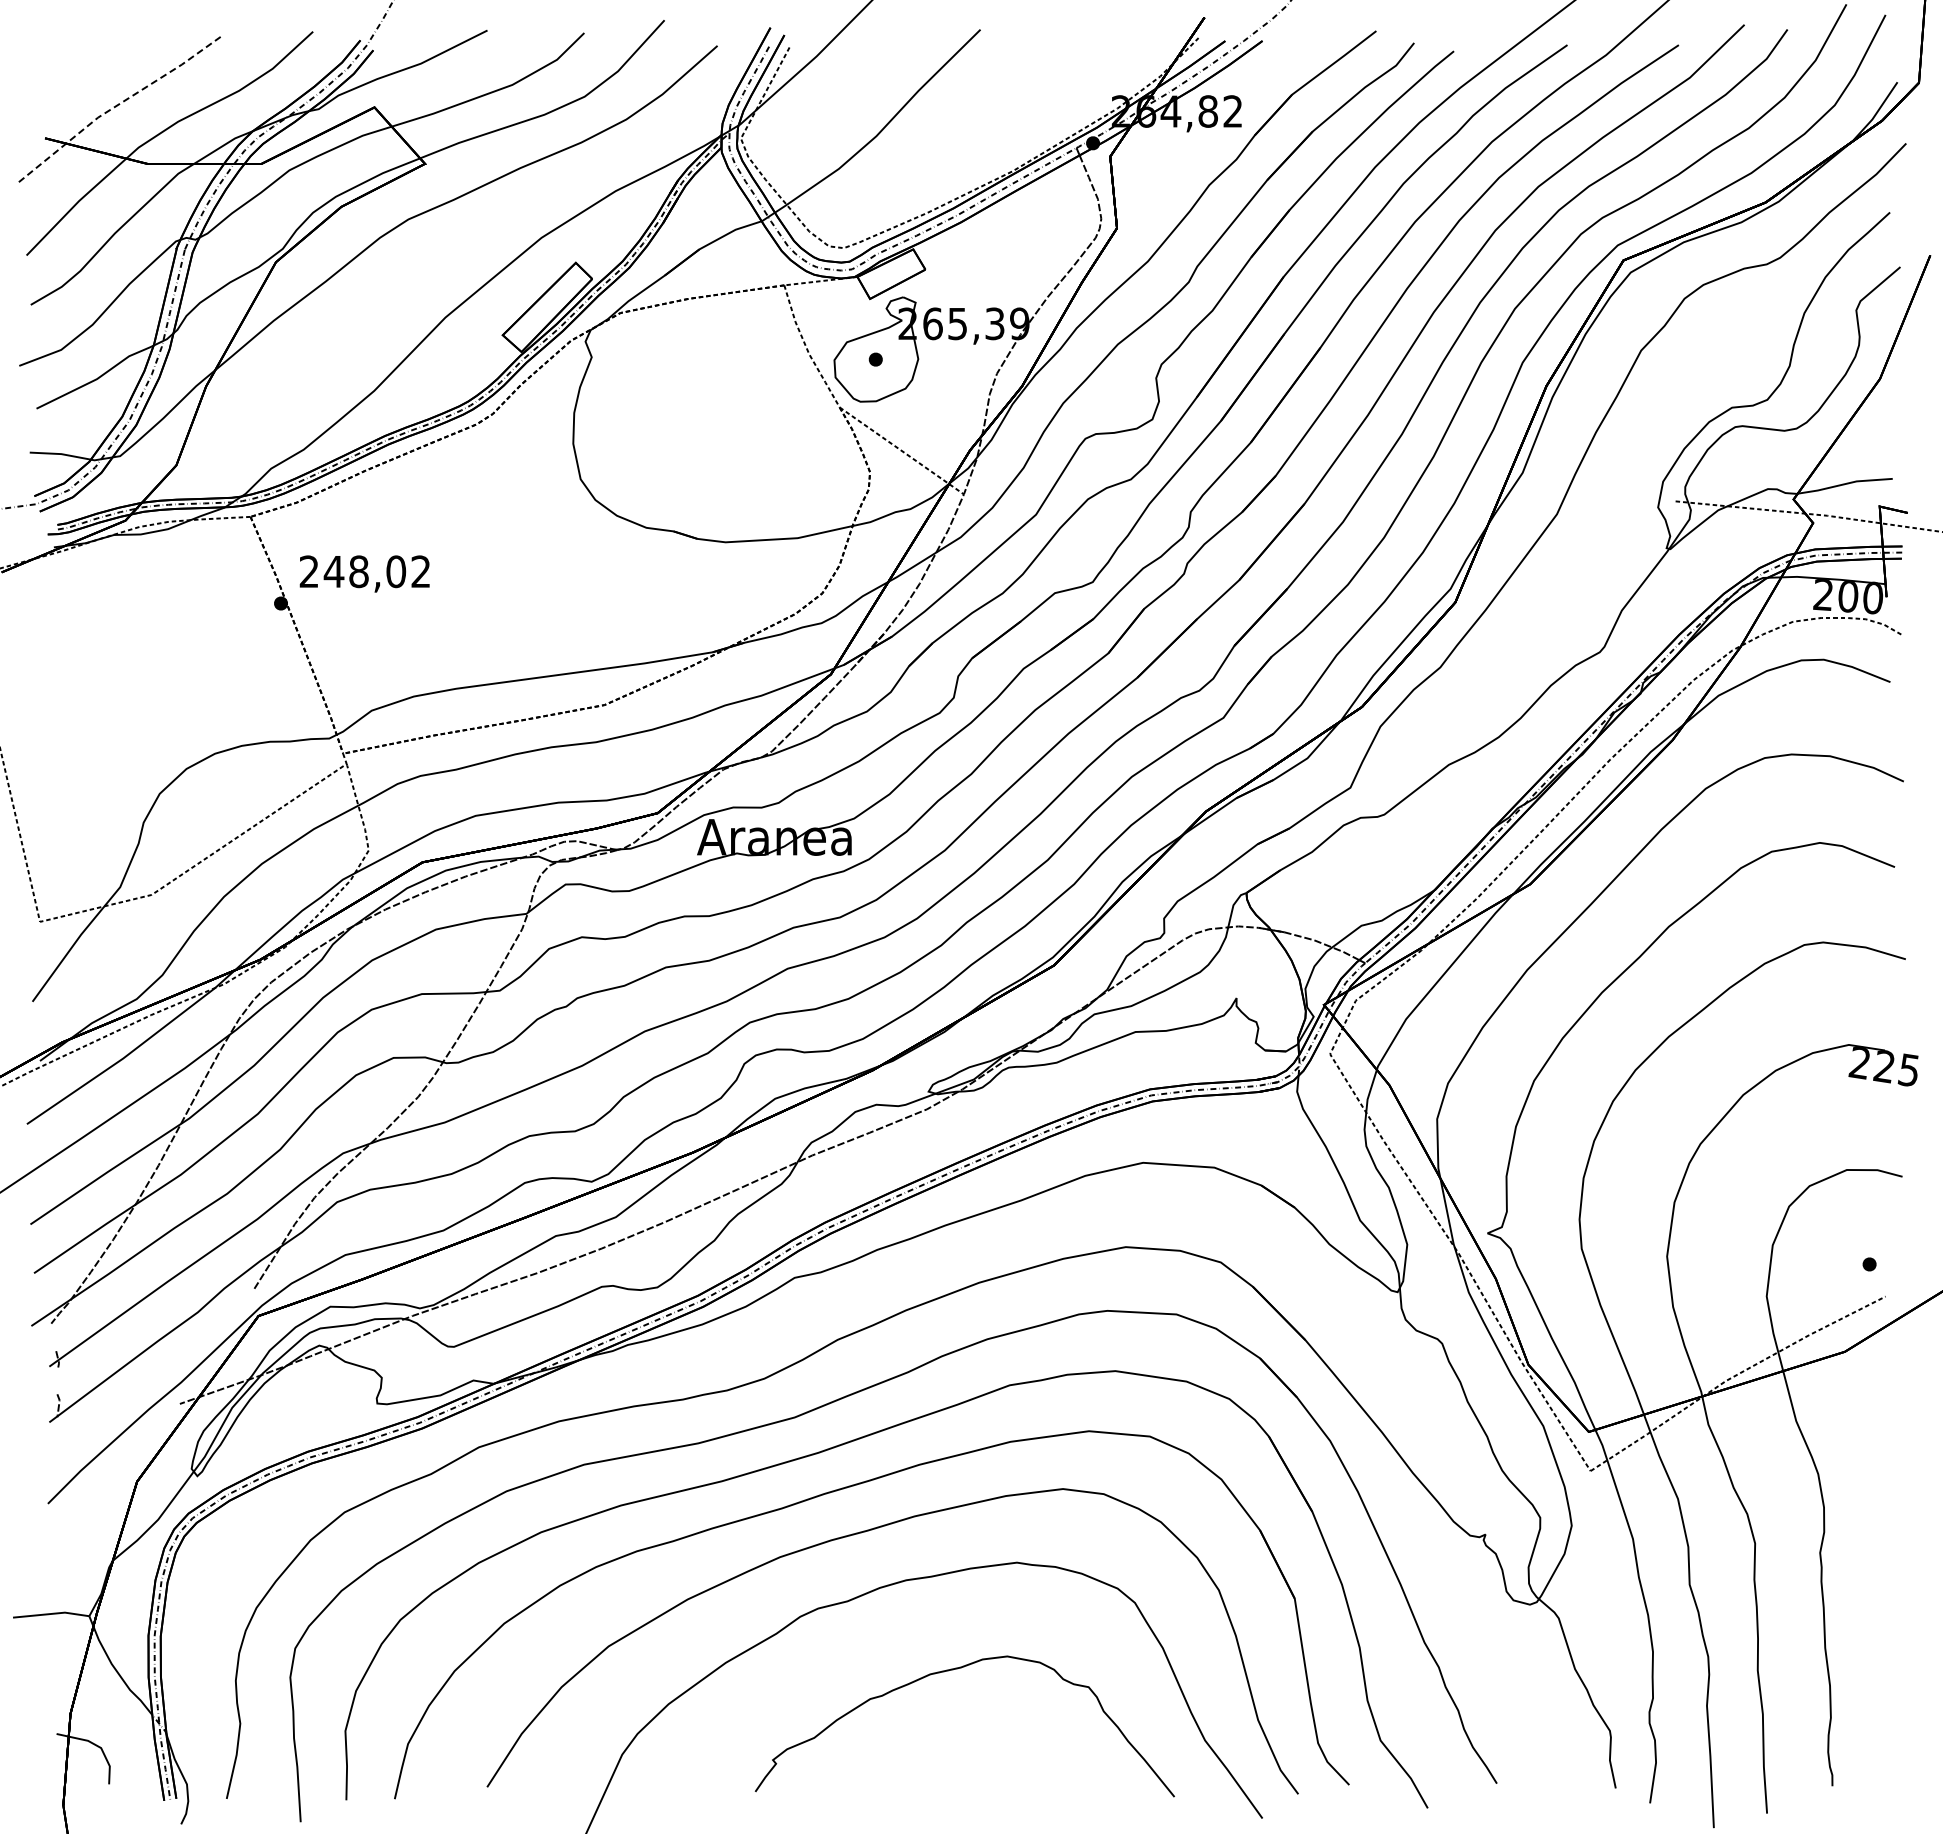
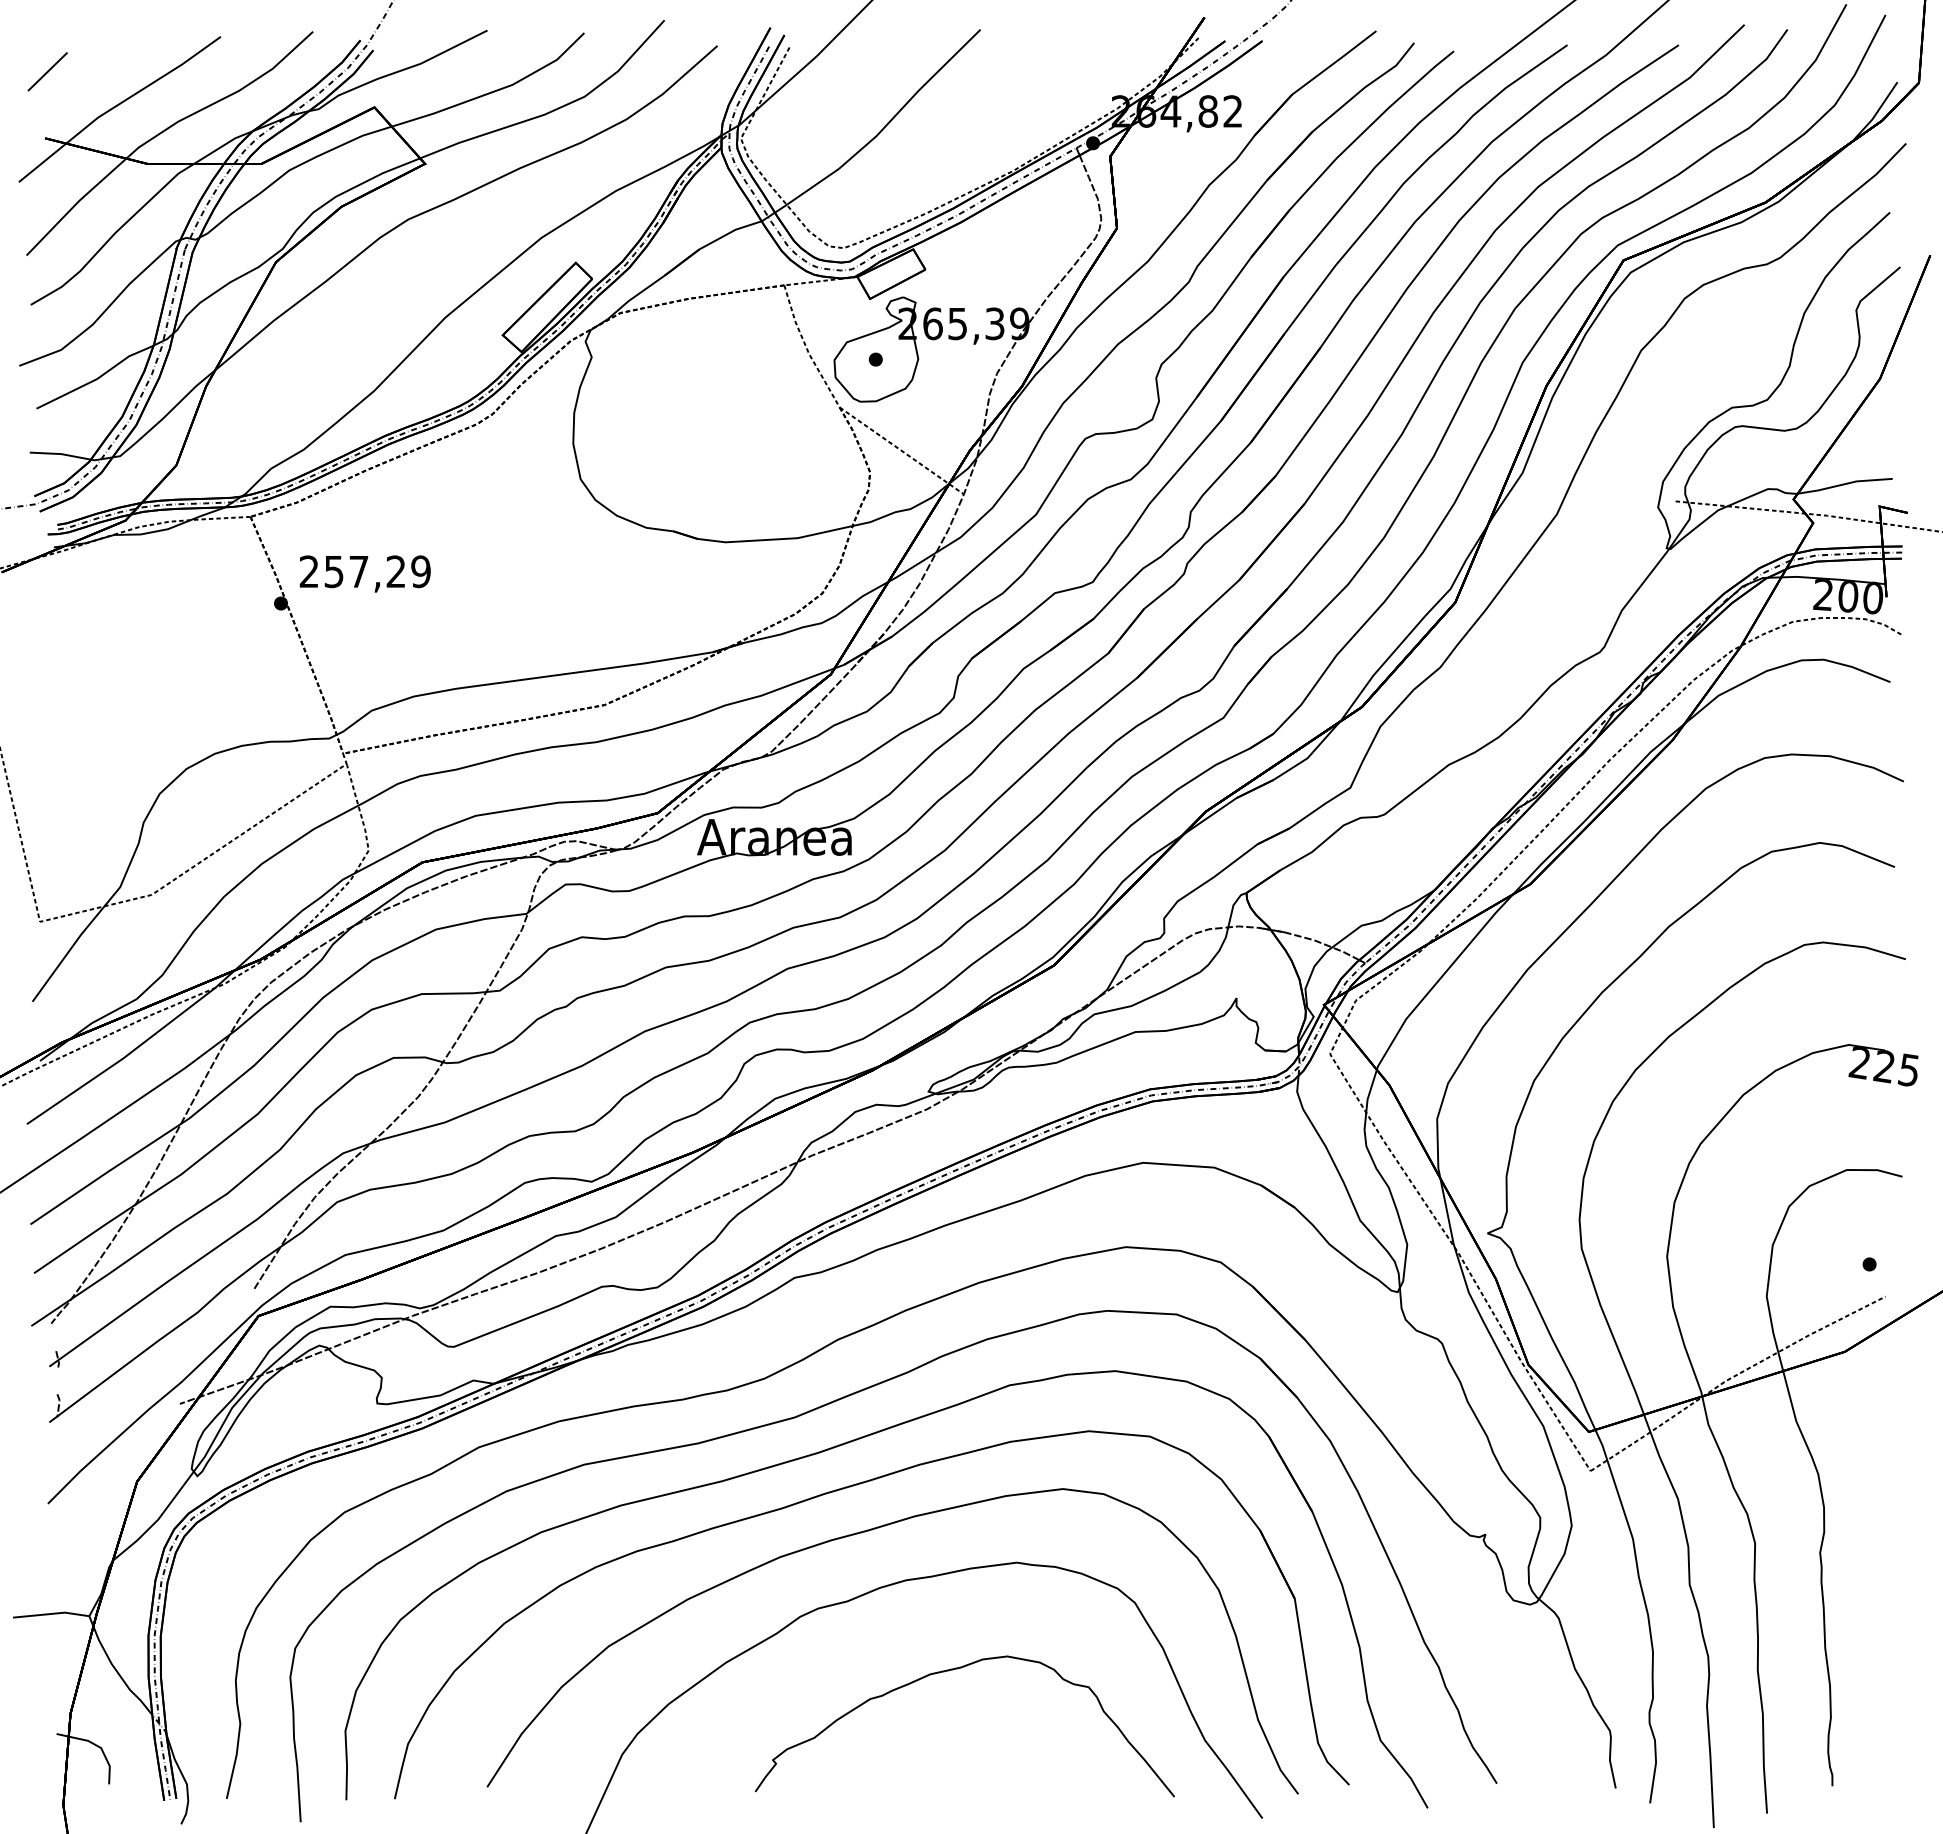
line at (47, 71): none -> present
line at (117, 105): dashed -> solid
text at (376, 571): 248,02 -> 257,29
